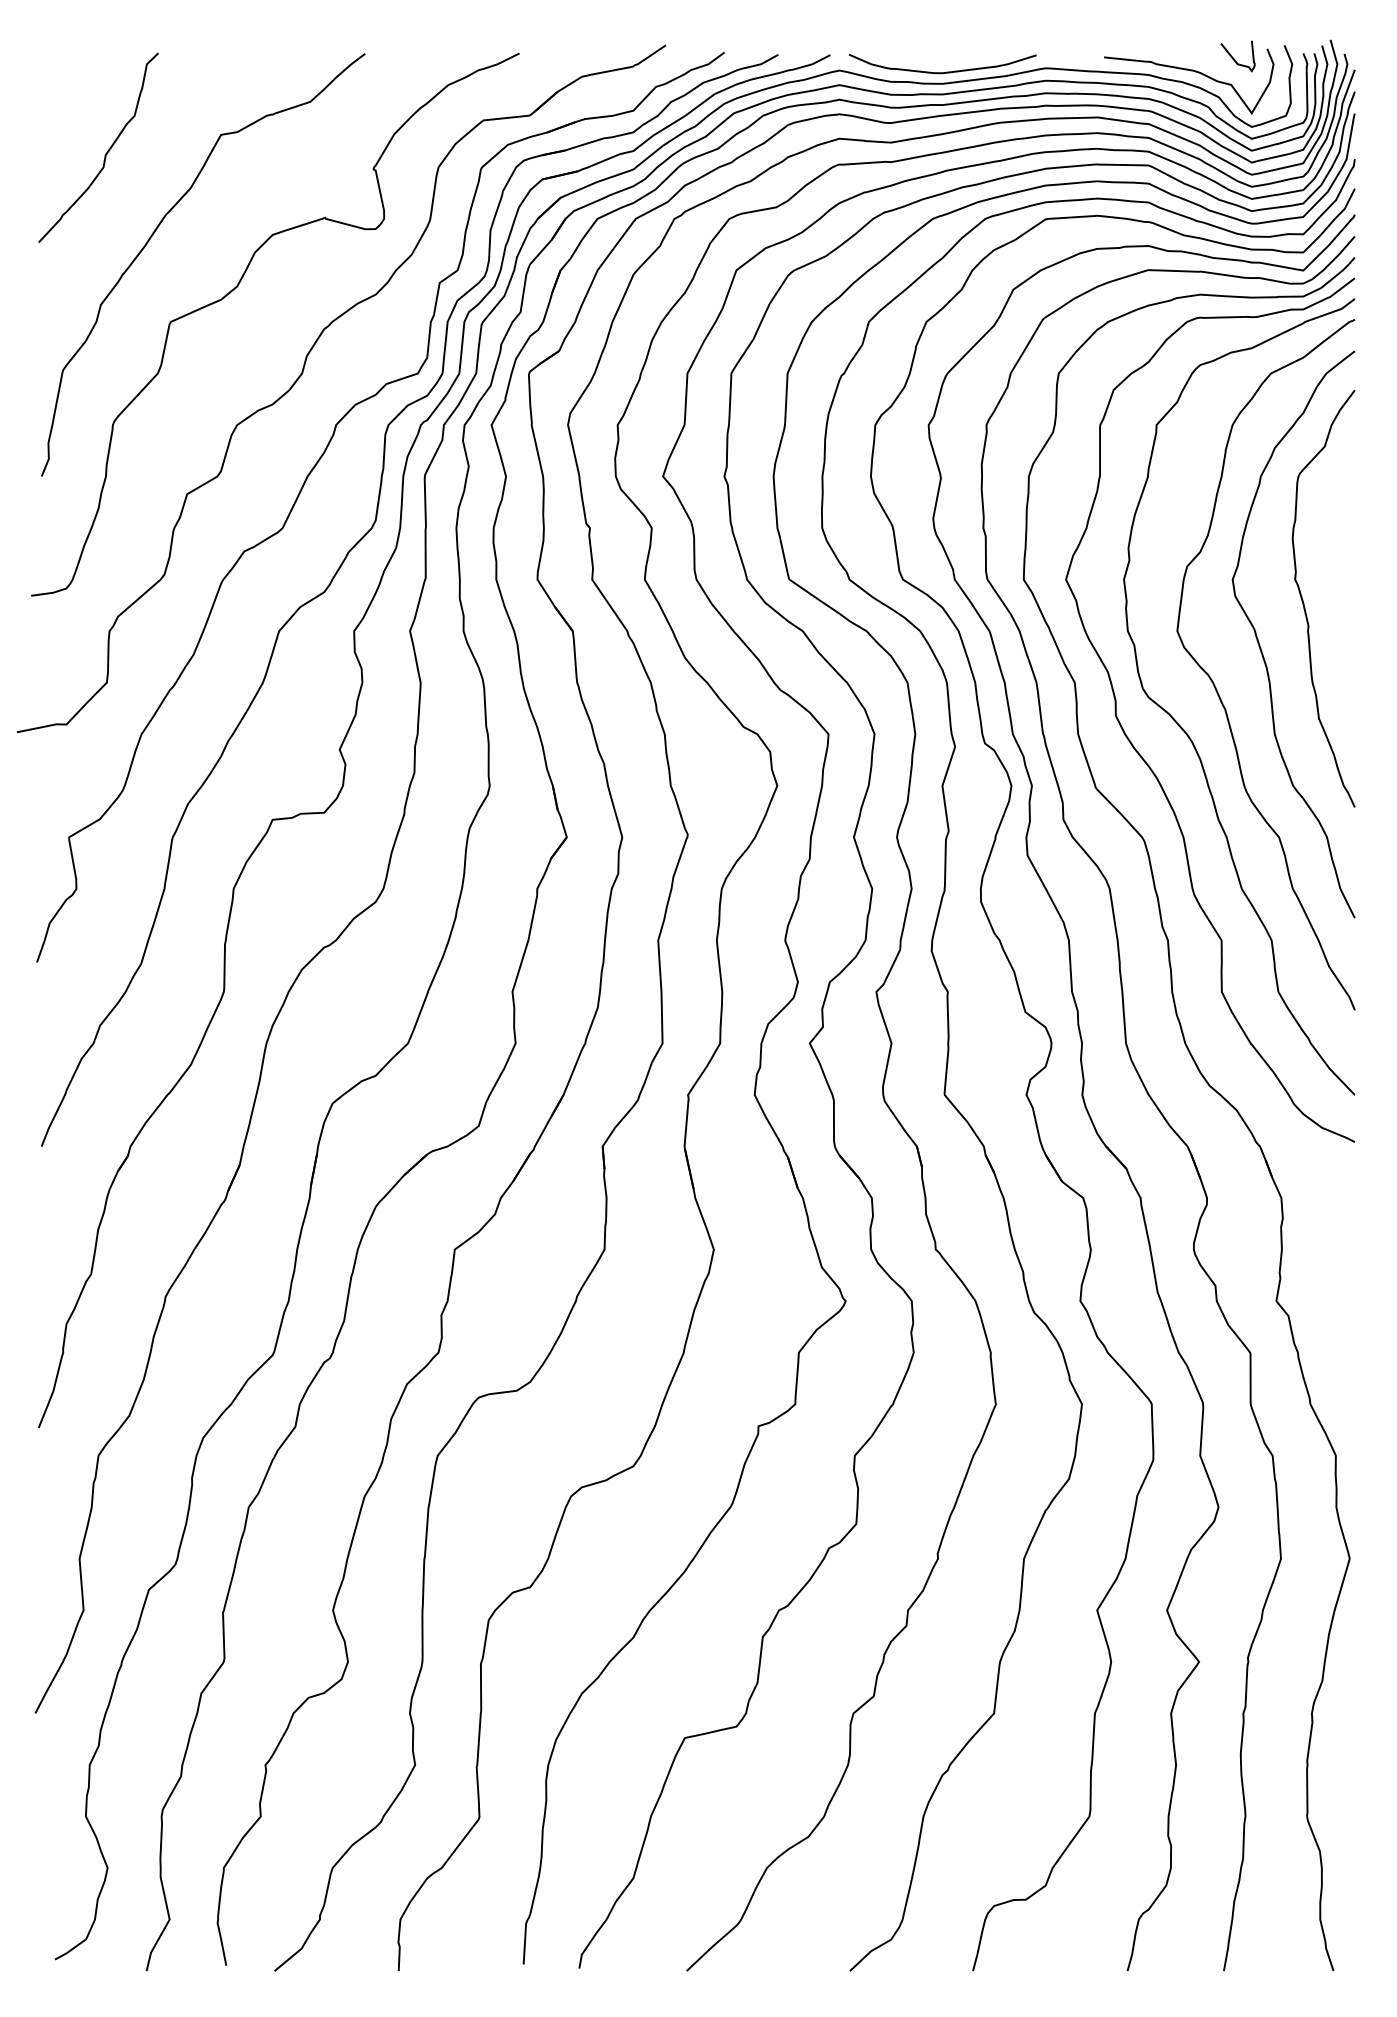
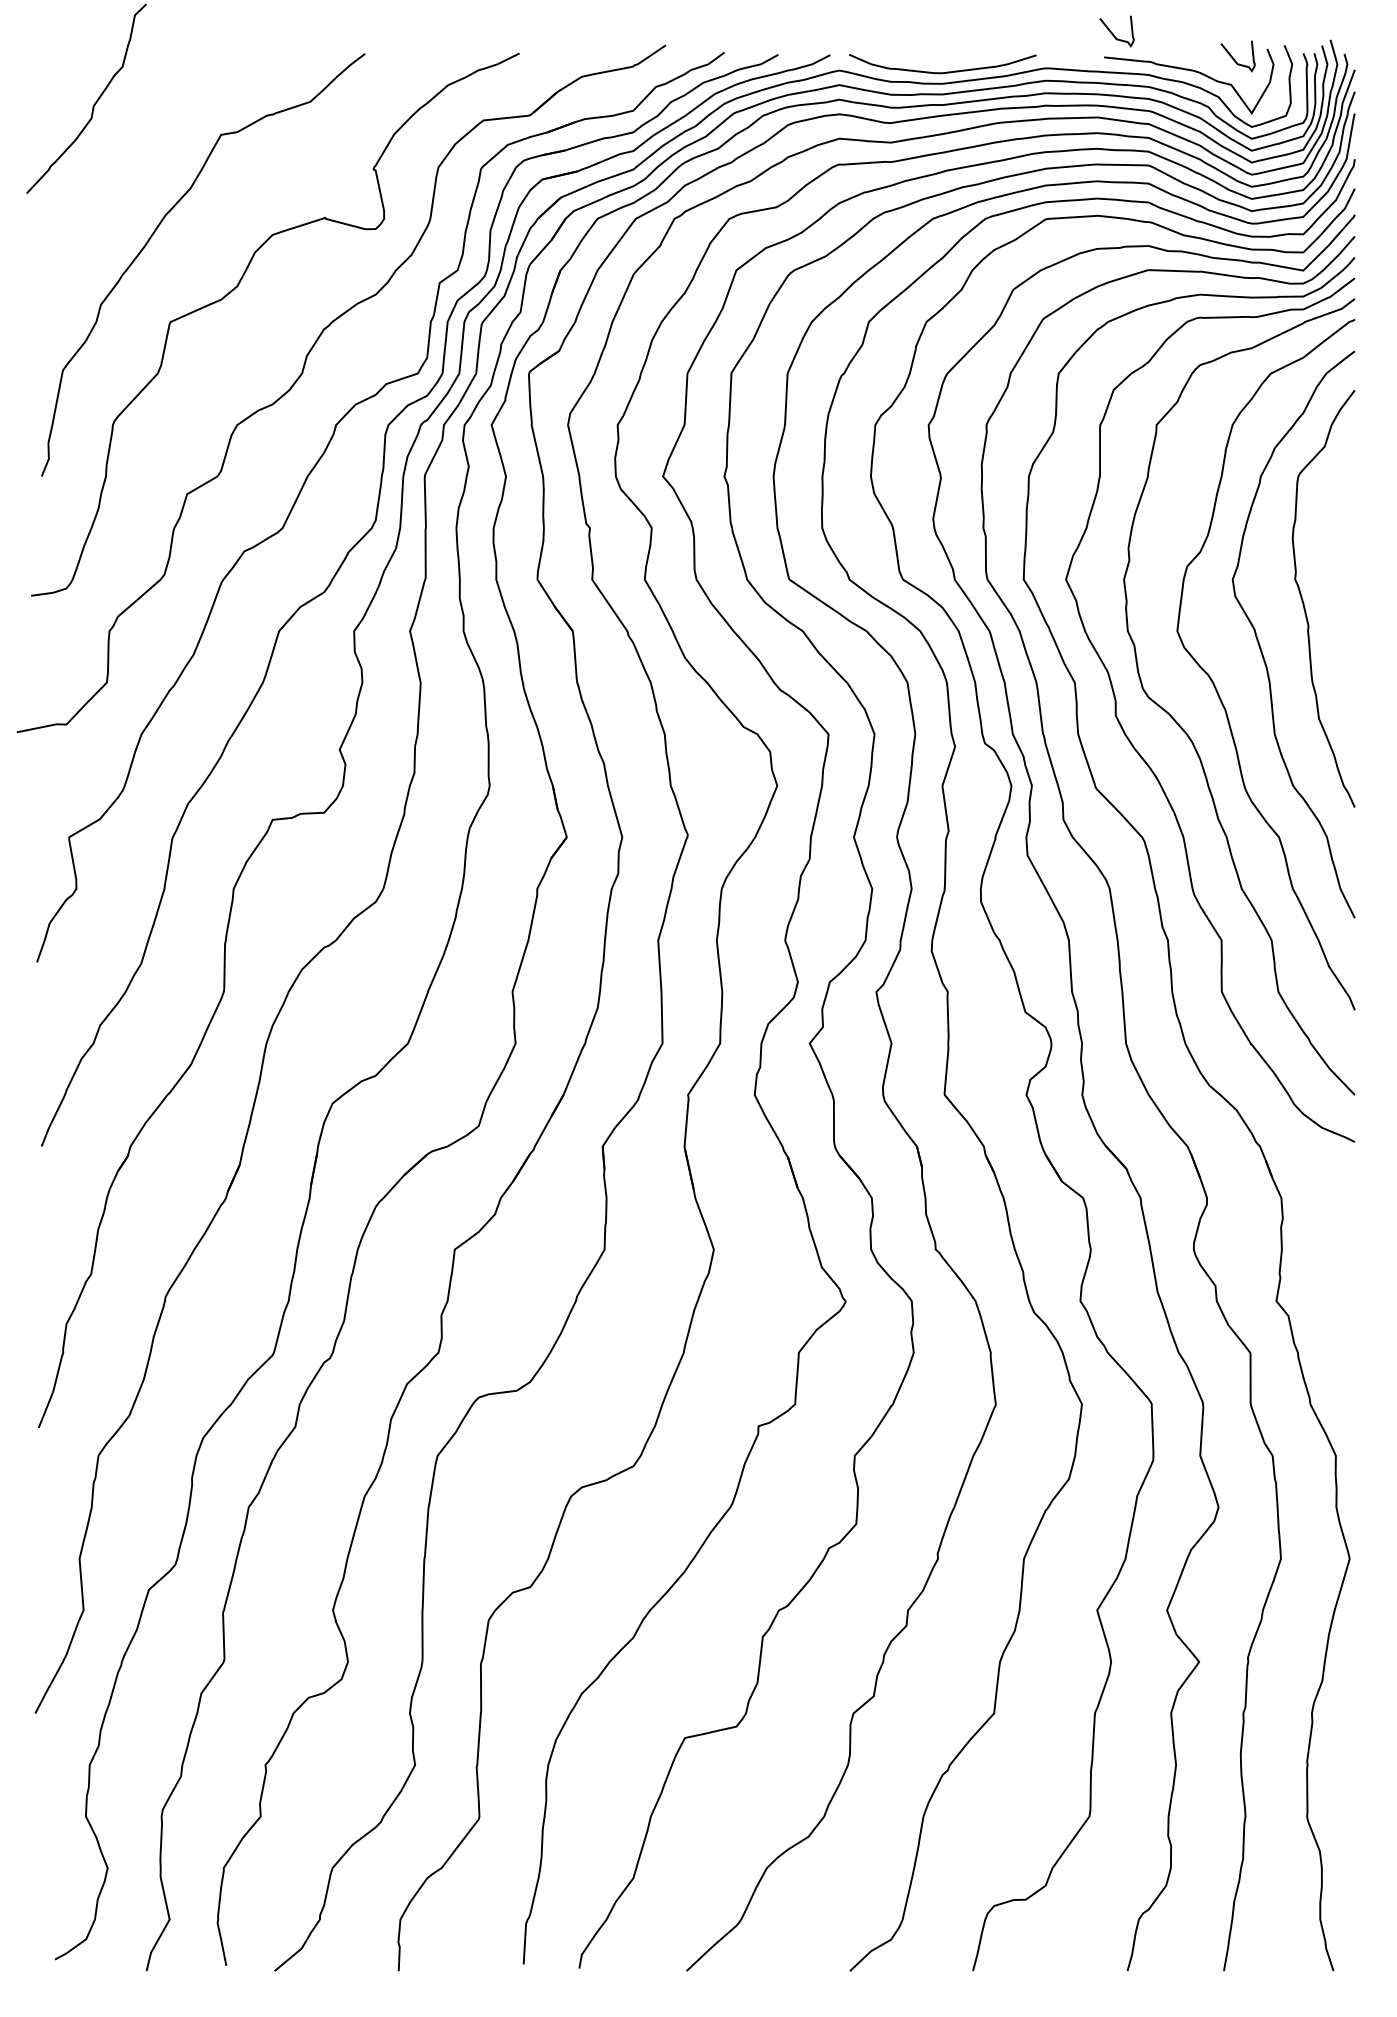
curve at (1113, 33): none -> present
curve at (105, 153) position: (105, 153) -> (93, 104)
